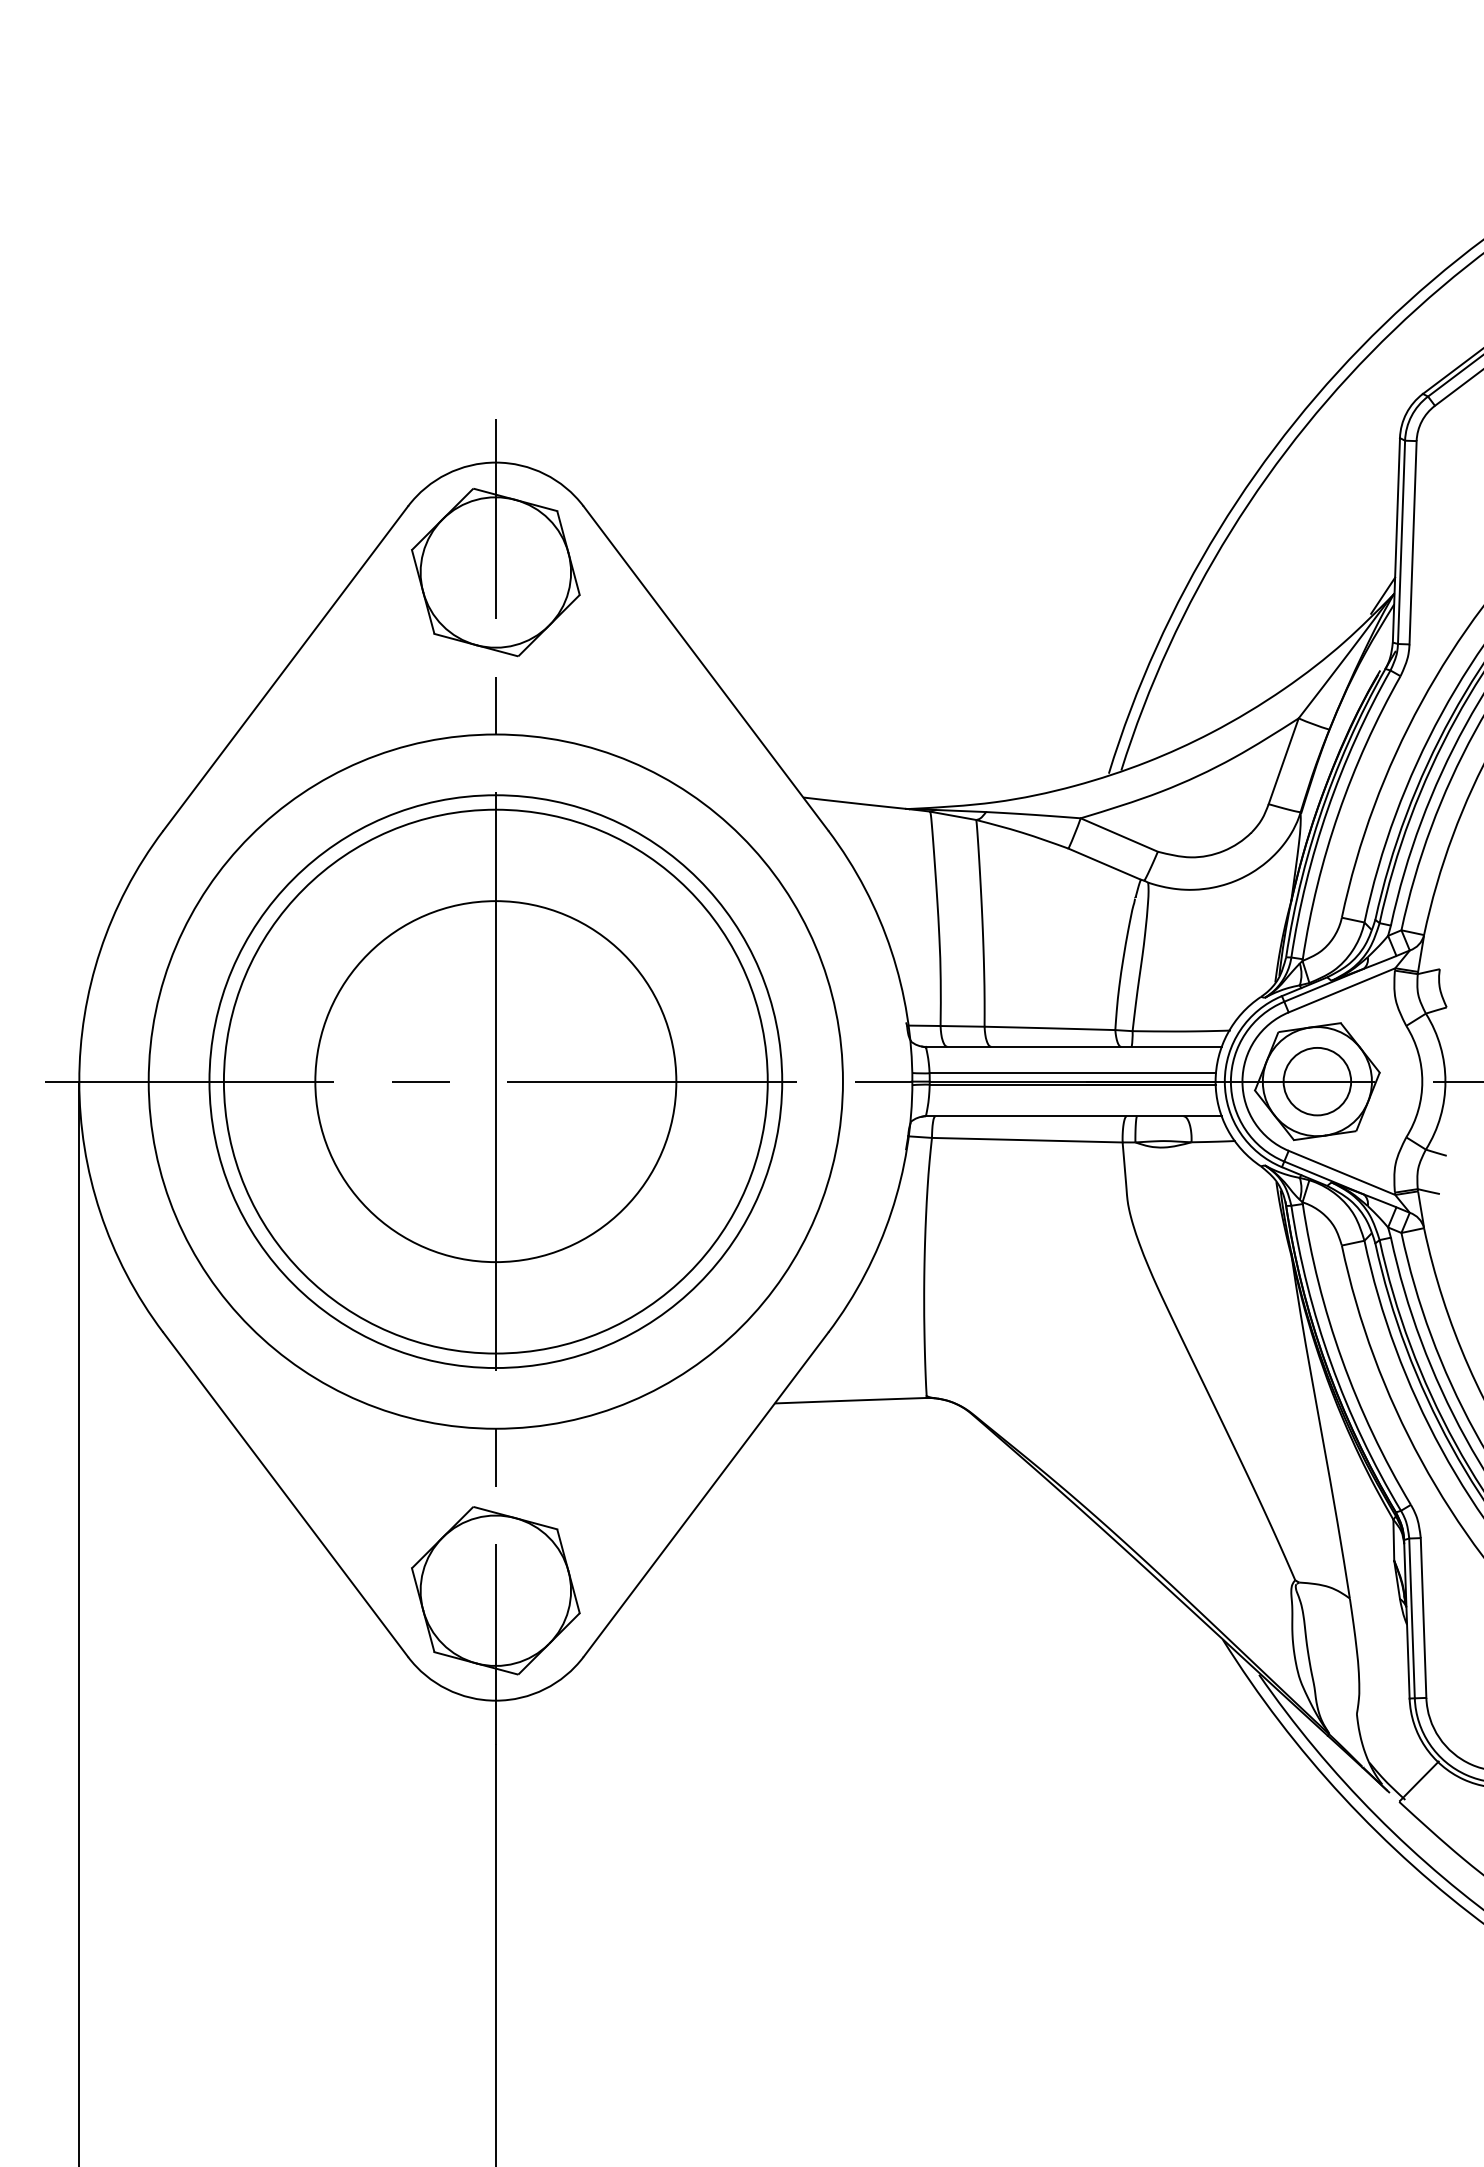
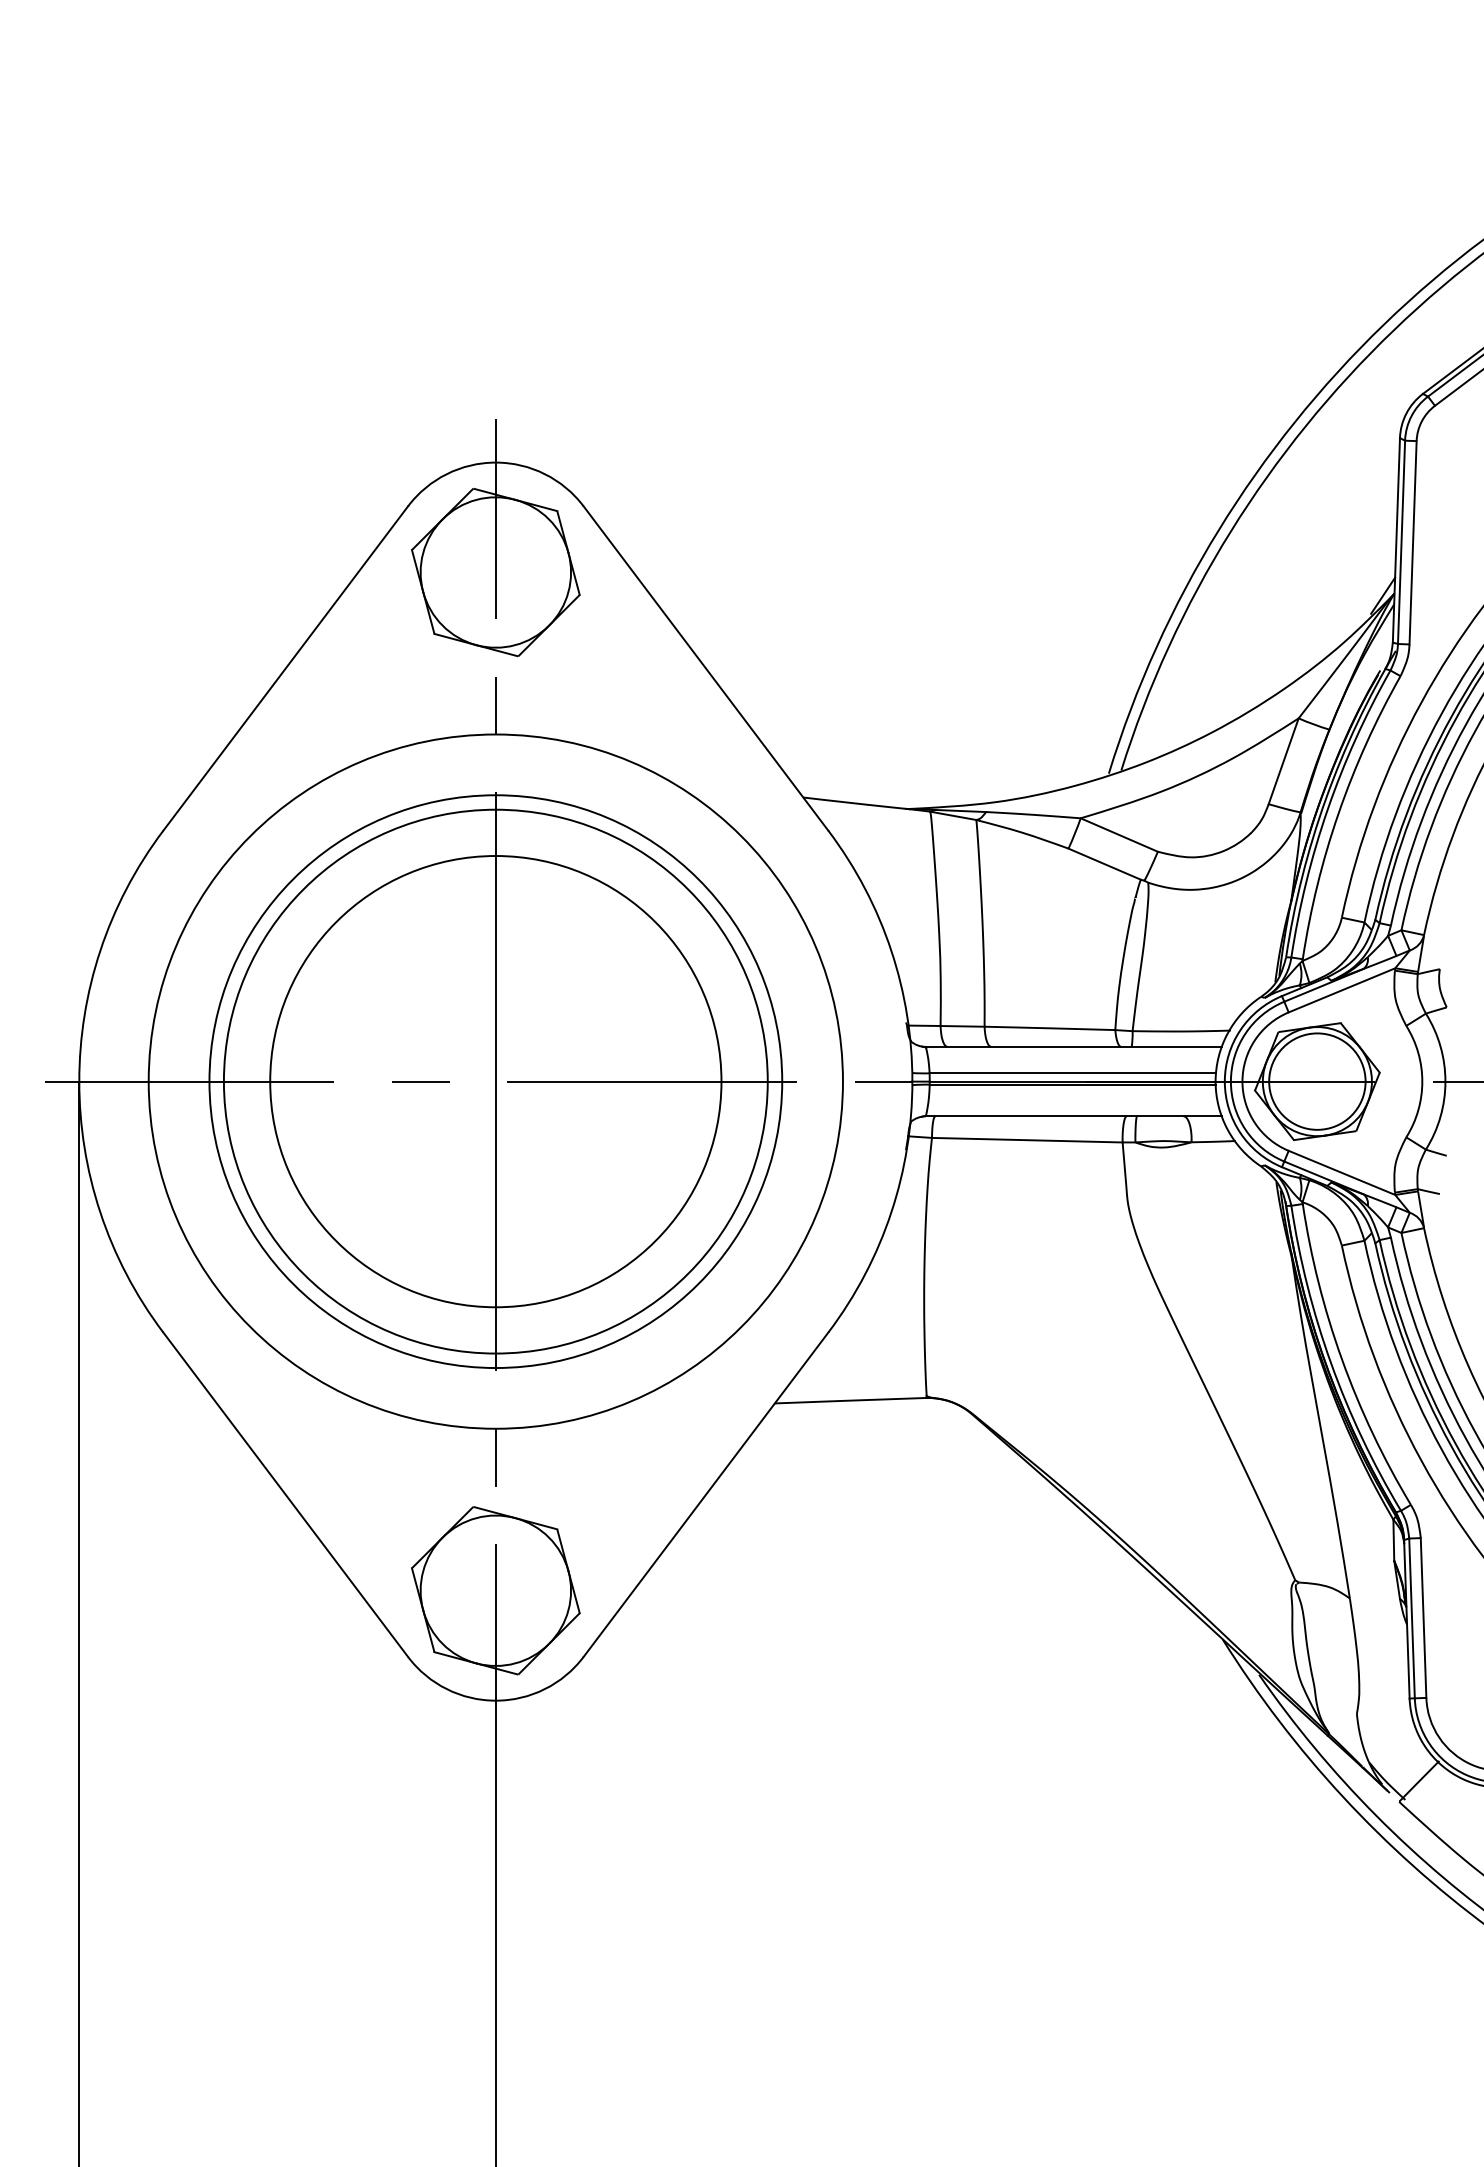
circle at (495, 1081) diameter: 361 px -> 451 px
circle at (1317, 1081) diameter: 68 px -> 96 px
